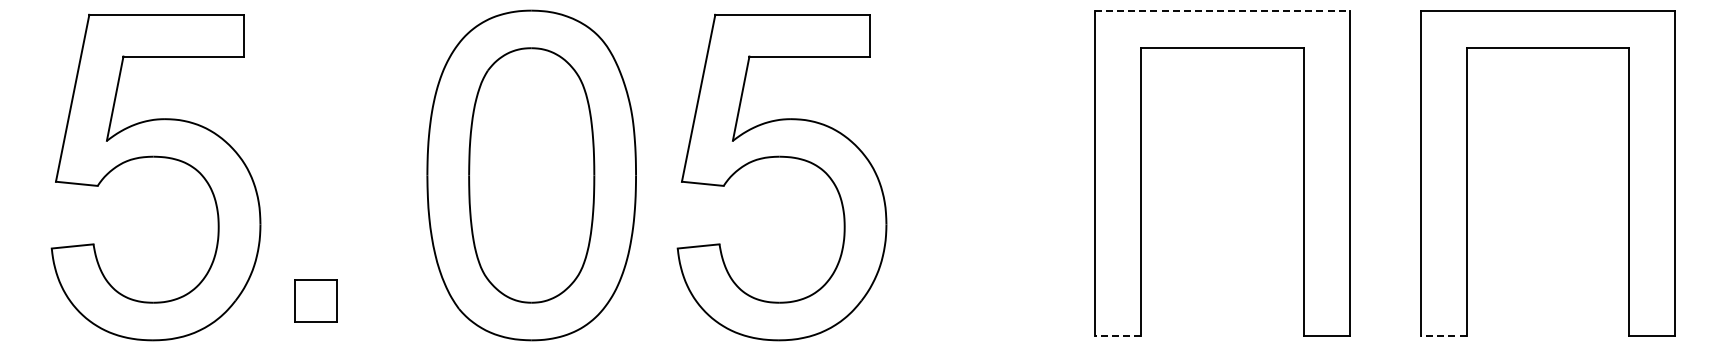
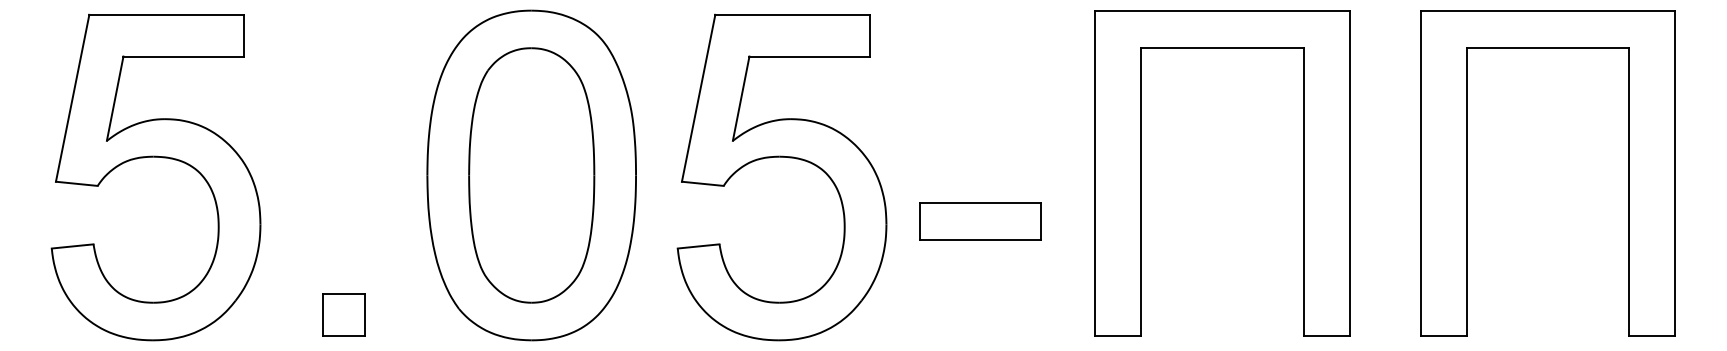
line at (1222, 10): dashed -> solid
part at (980, 221): none -> present
part at (315, 300) position: (315, 300) -> (343, 314)
line at (1118, 336): dashed -> solid
line at (1443, 336): dashed -> solid
